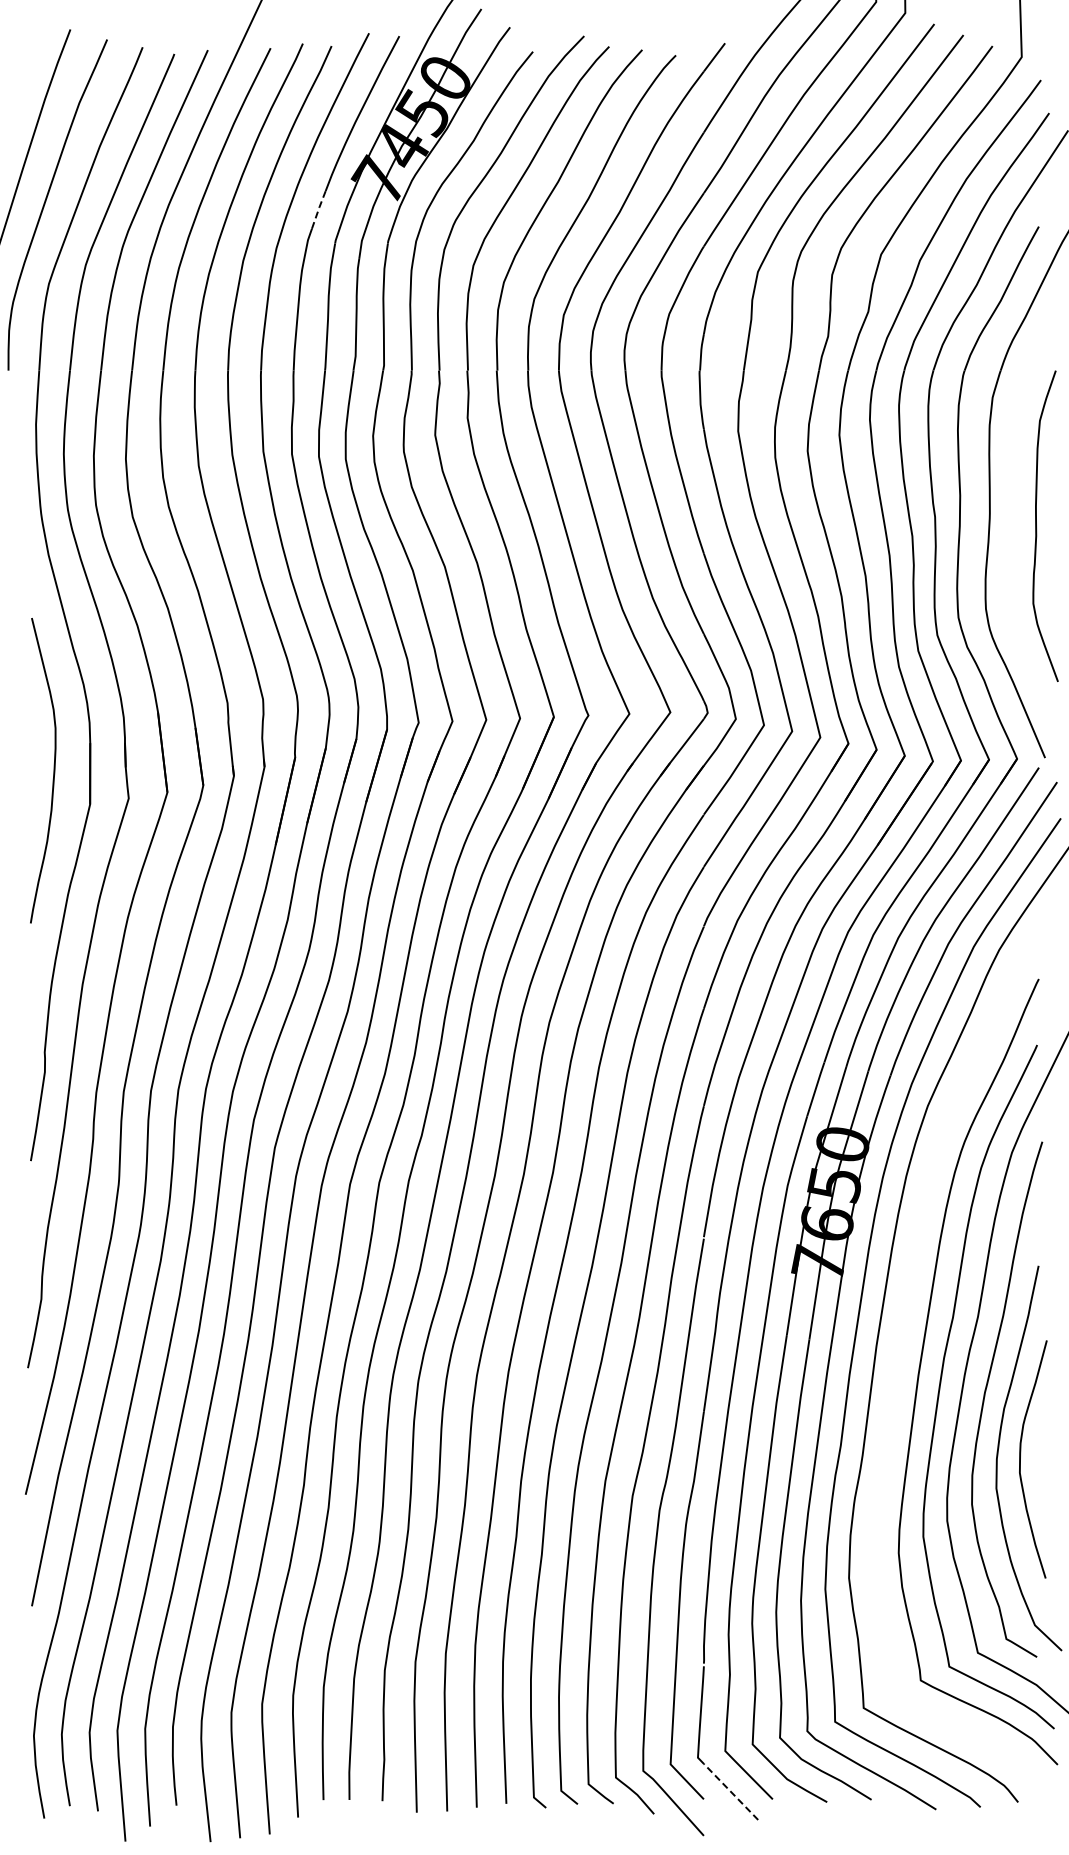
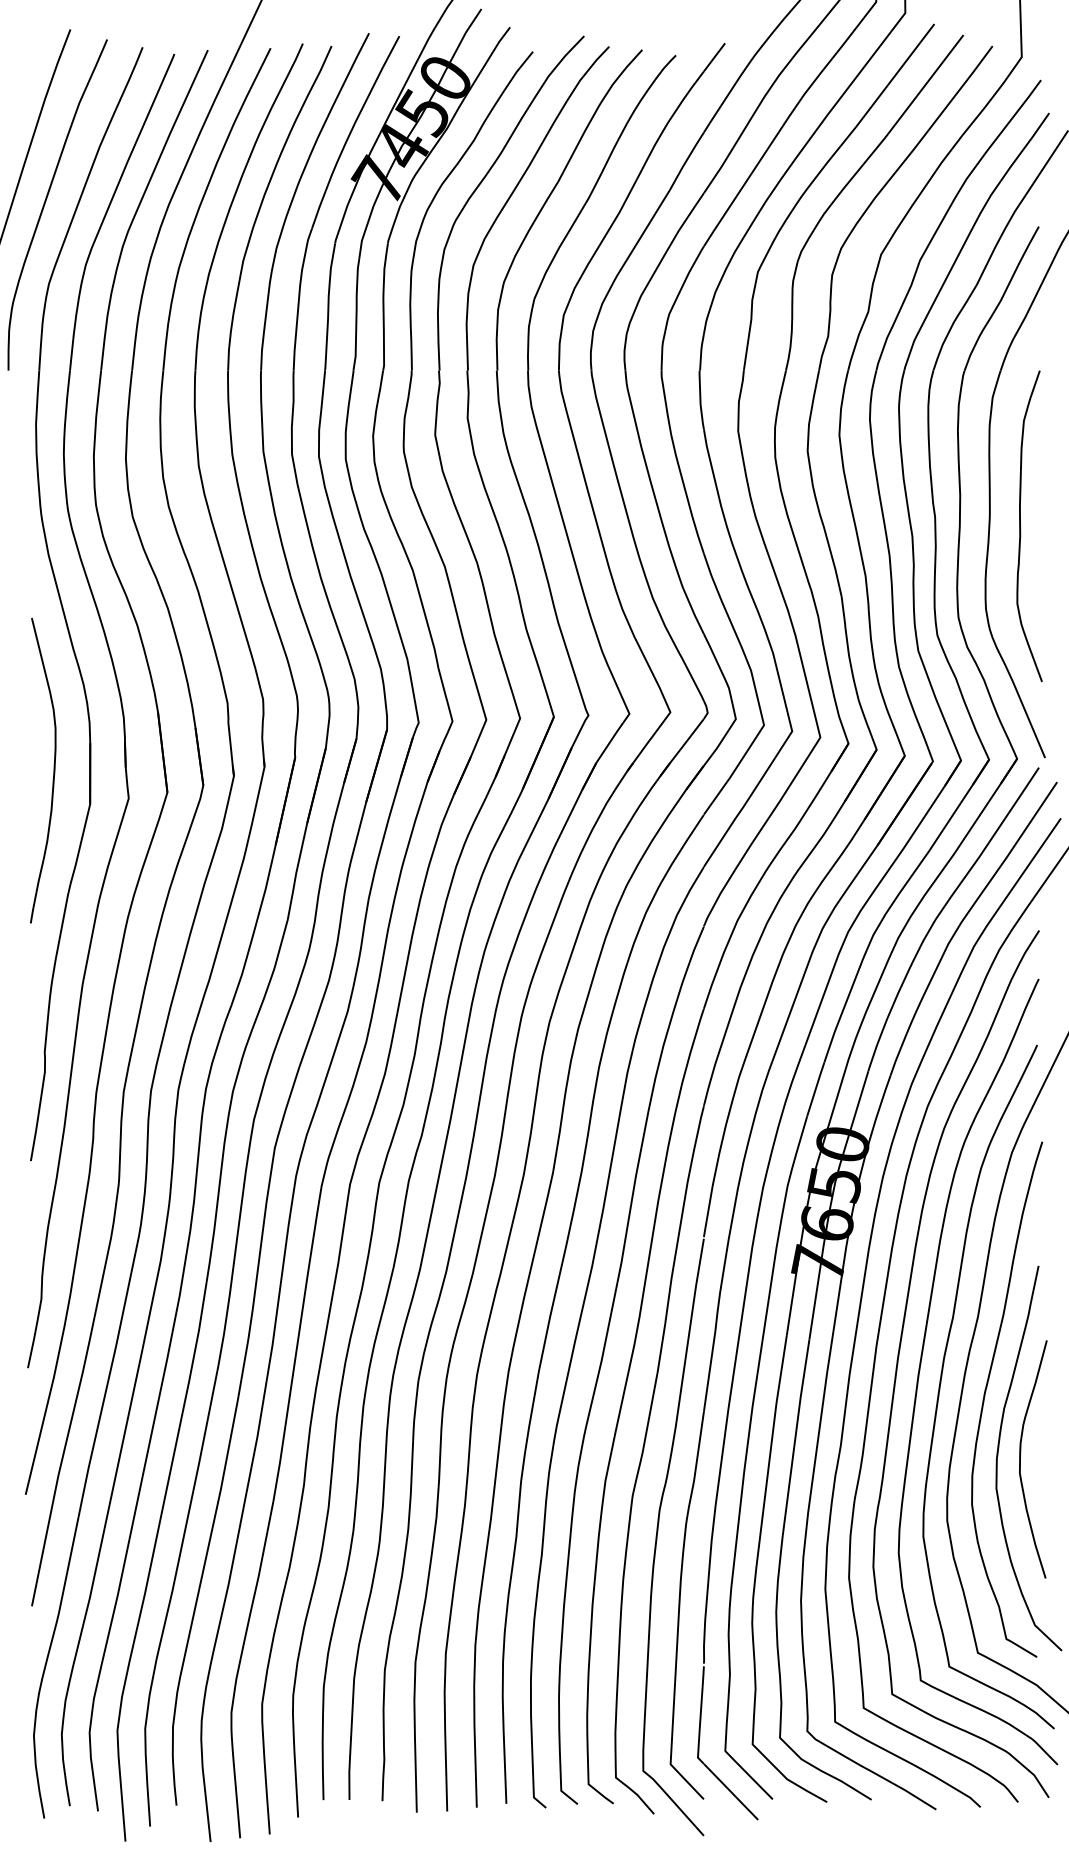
line at (318, 209): dashed -> solid
curve at (1036, 525) position: (1036, 525) -> (1020, 525)
curve at (899, 1356): none -> present
line at (730, 1791): dashed -> solid
